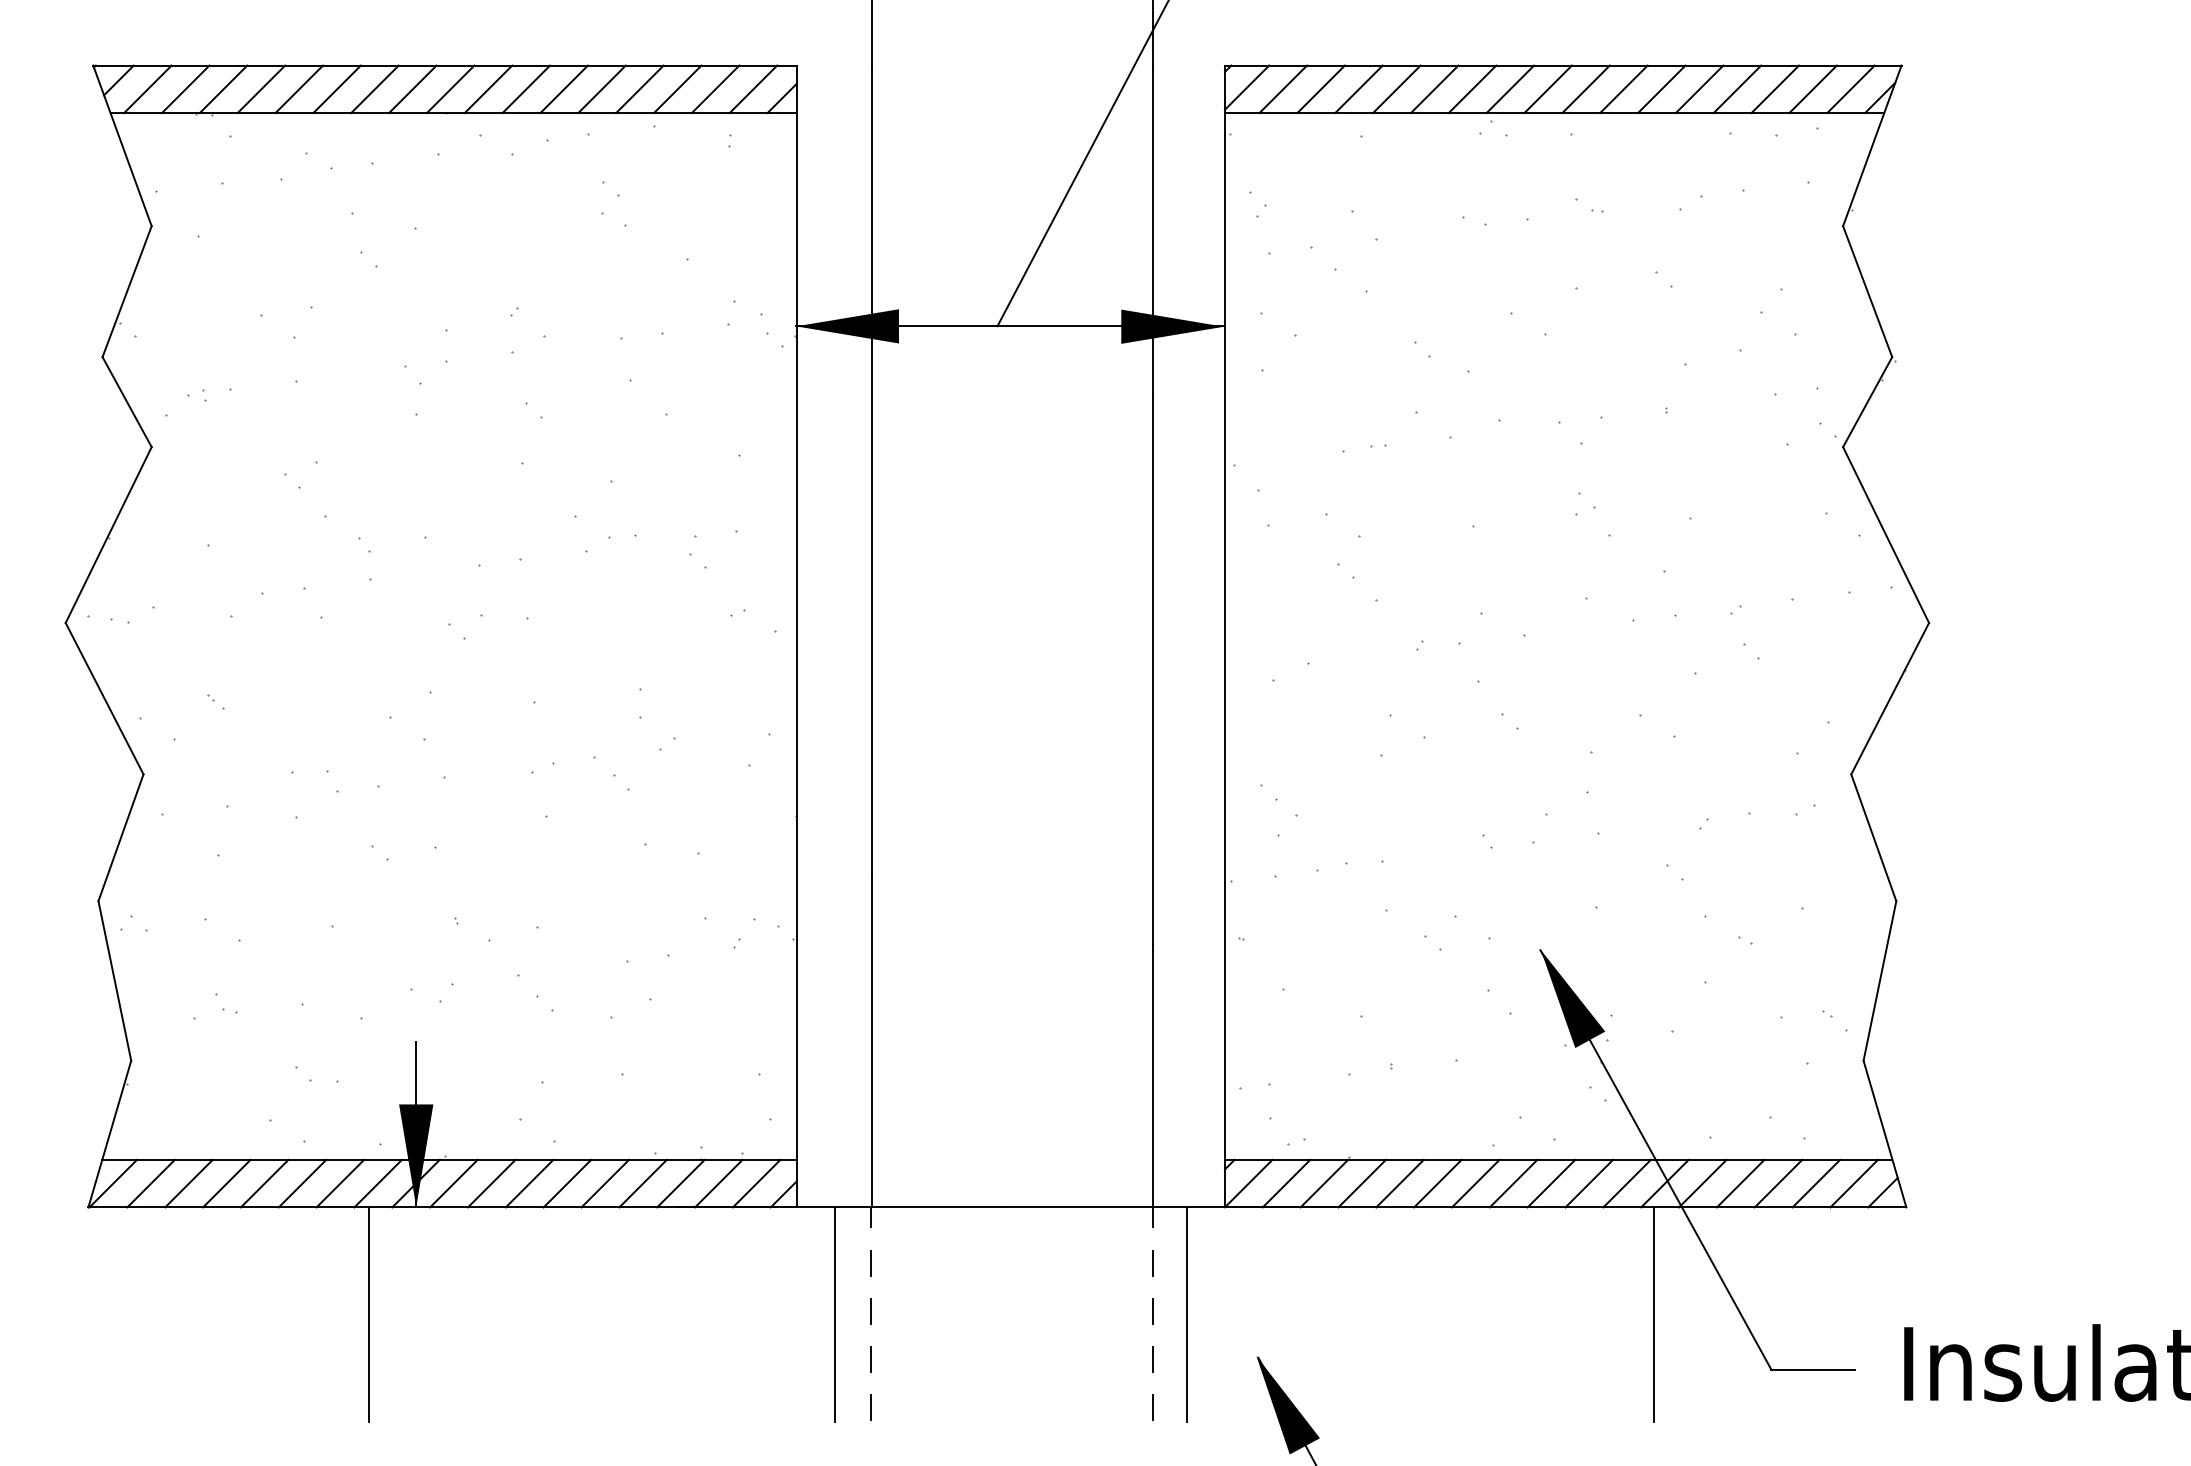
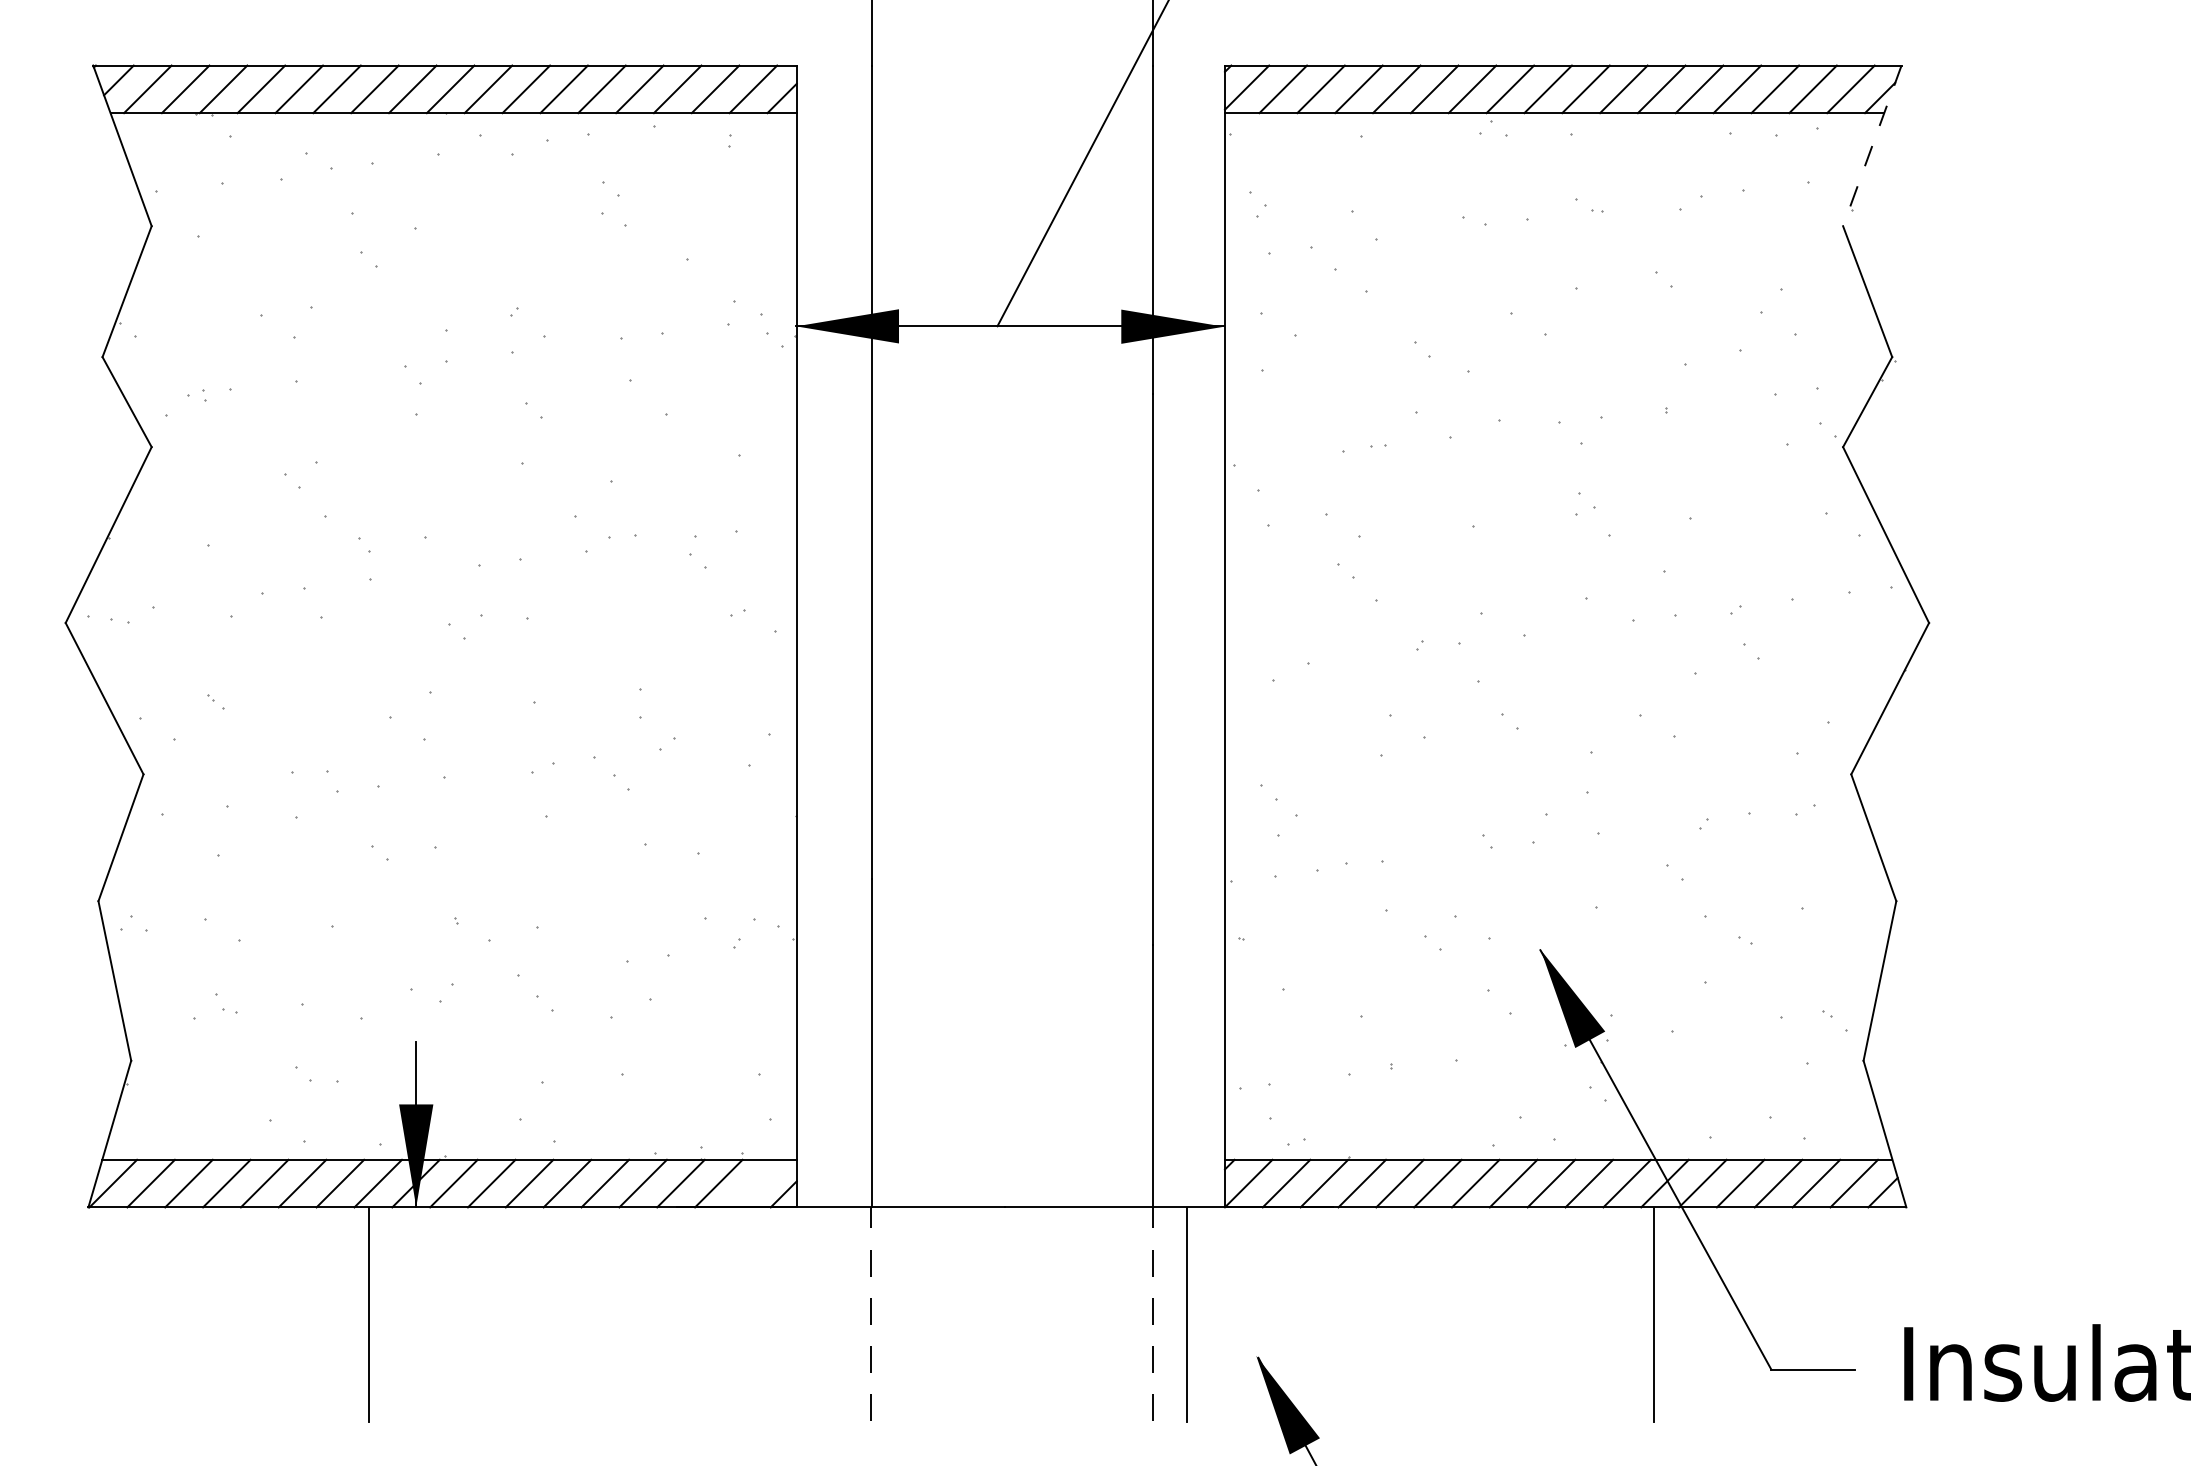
line at (1872, 146): solid -> dashed
line at (756, 1183): present -> none
line at (835, 1314): present -> none
